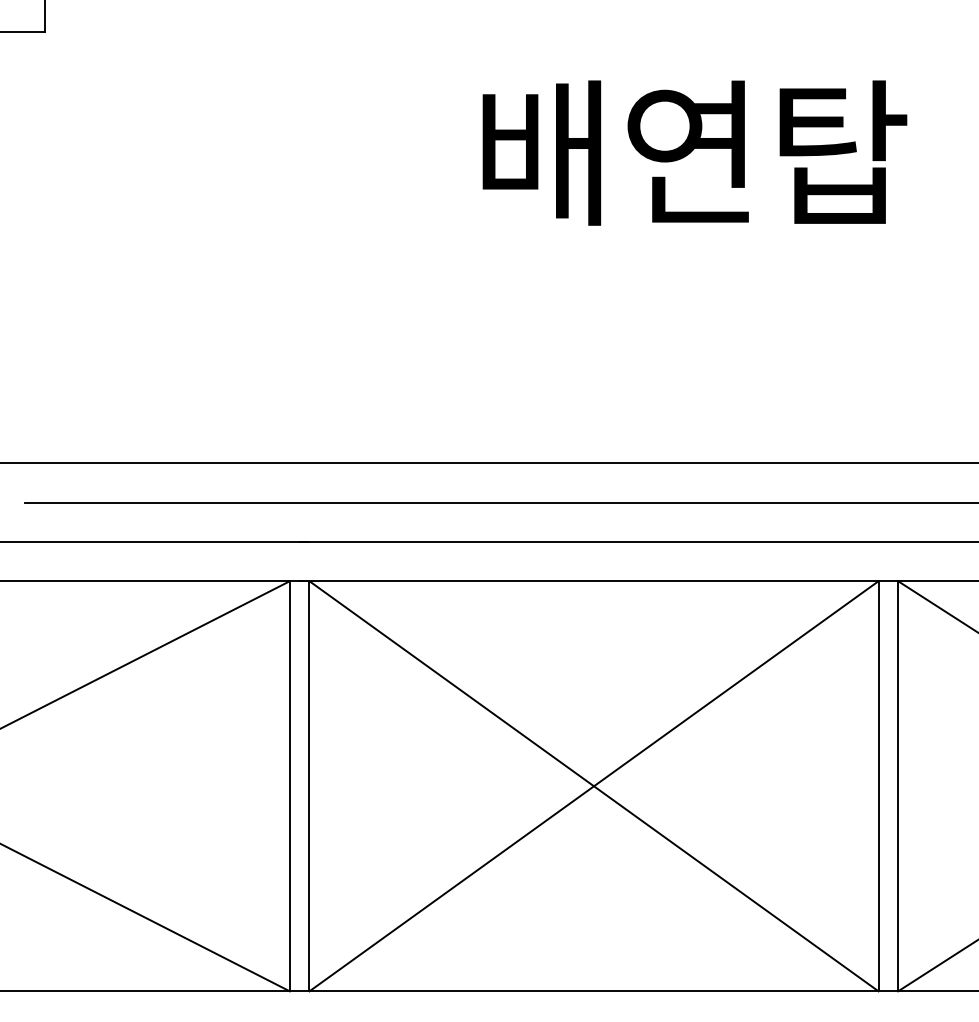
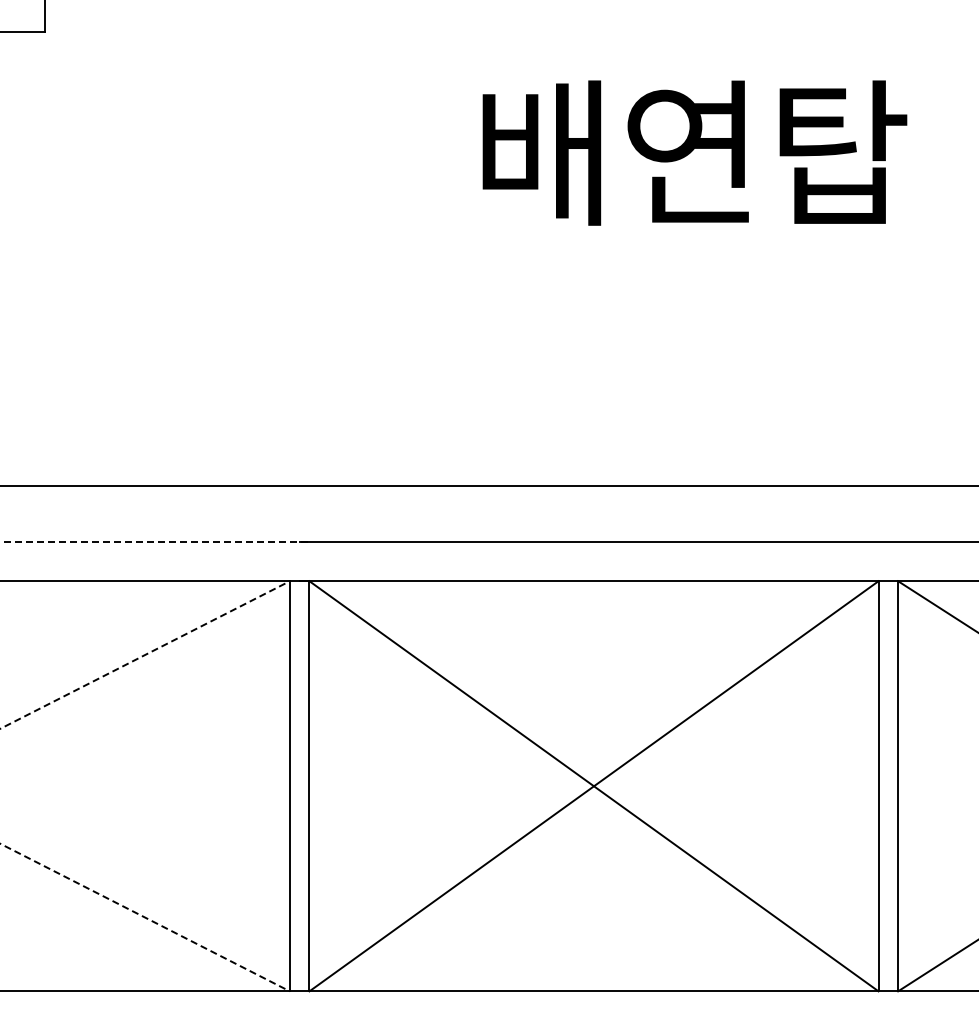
line at (488, 463) position: (488, 463) -> (488, 486)
line at (499, 502): present -> none
line at (155, 541): solid -> dashed
line at (145, 654): solid -> dashed
line at (145, 917): solid -> dashed
